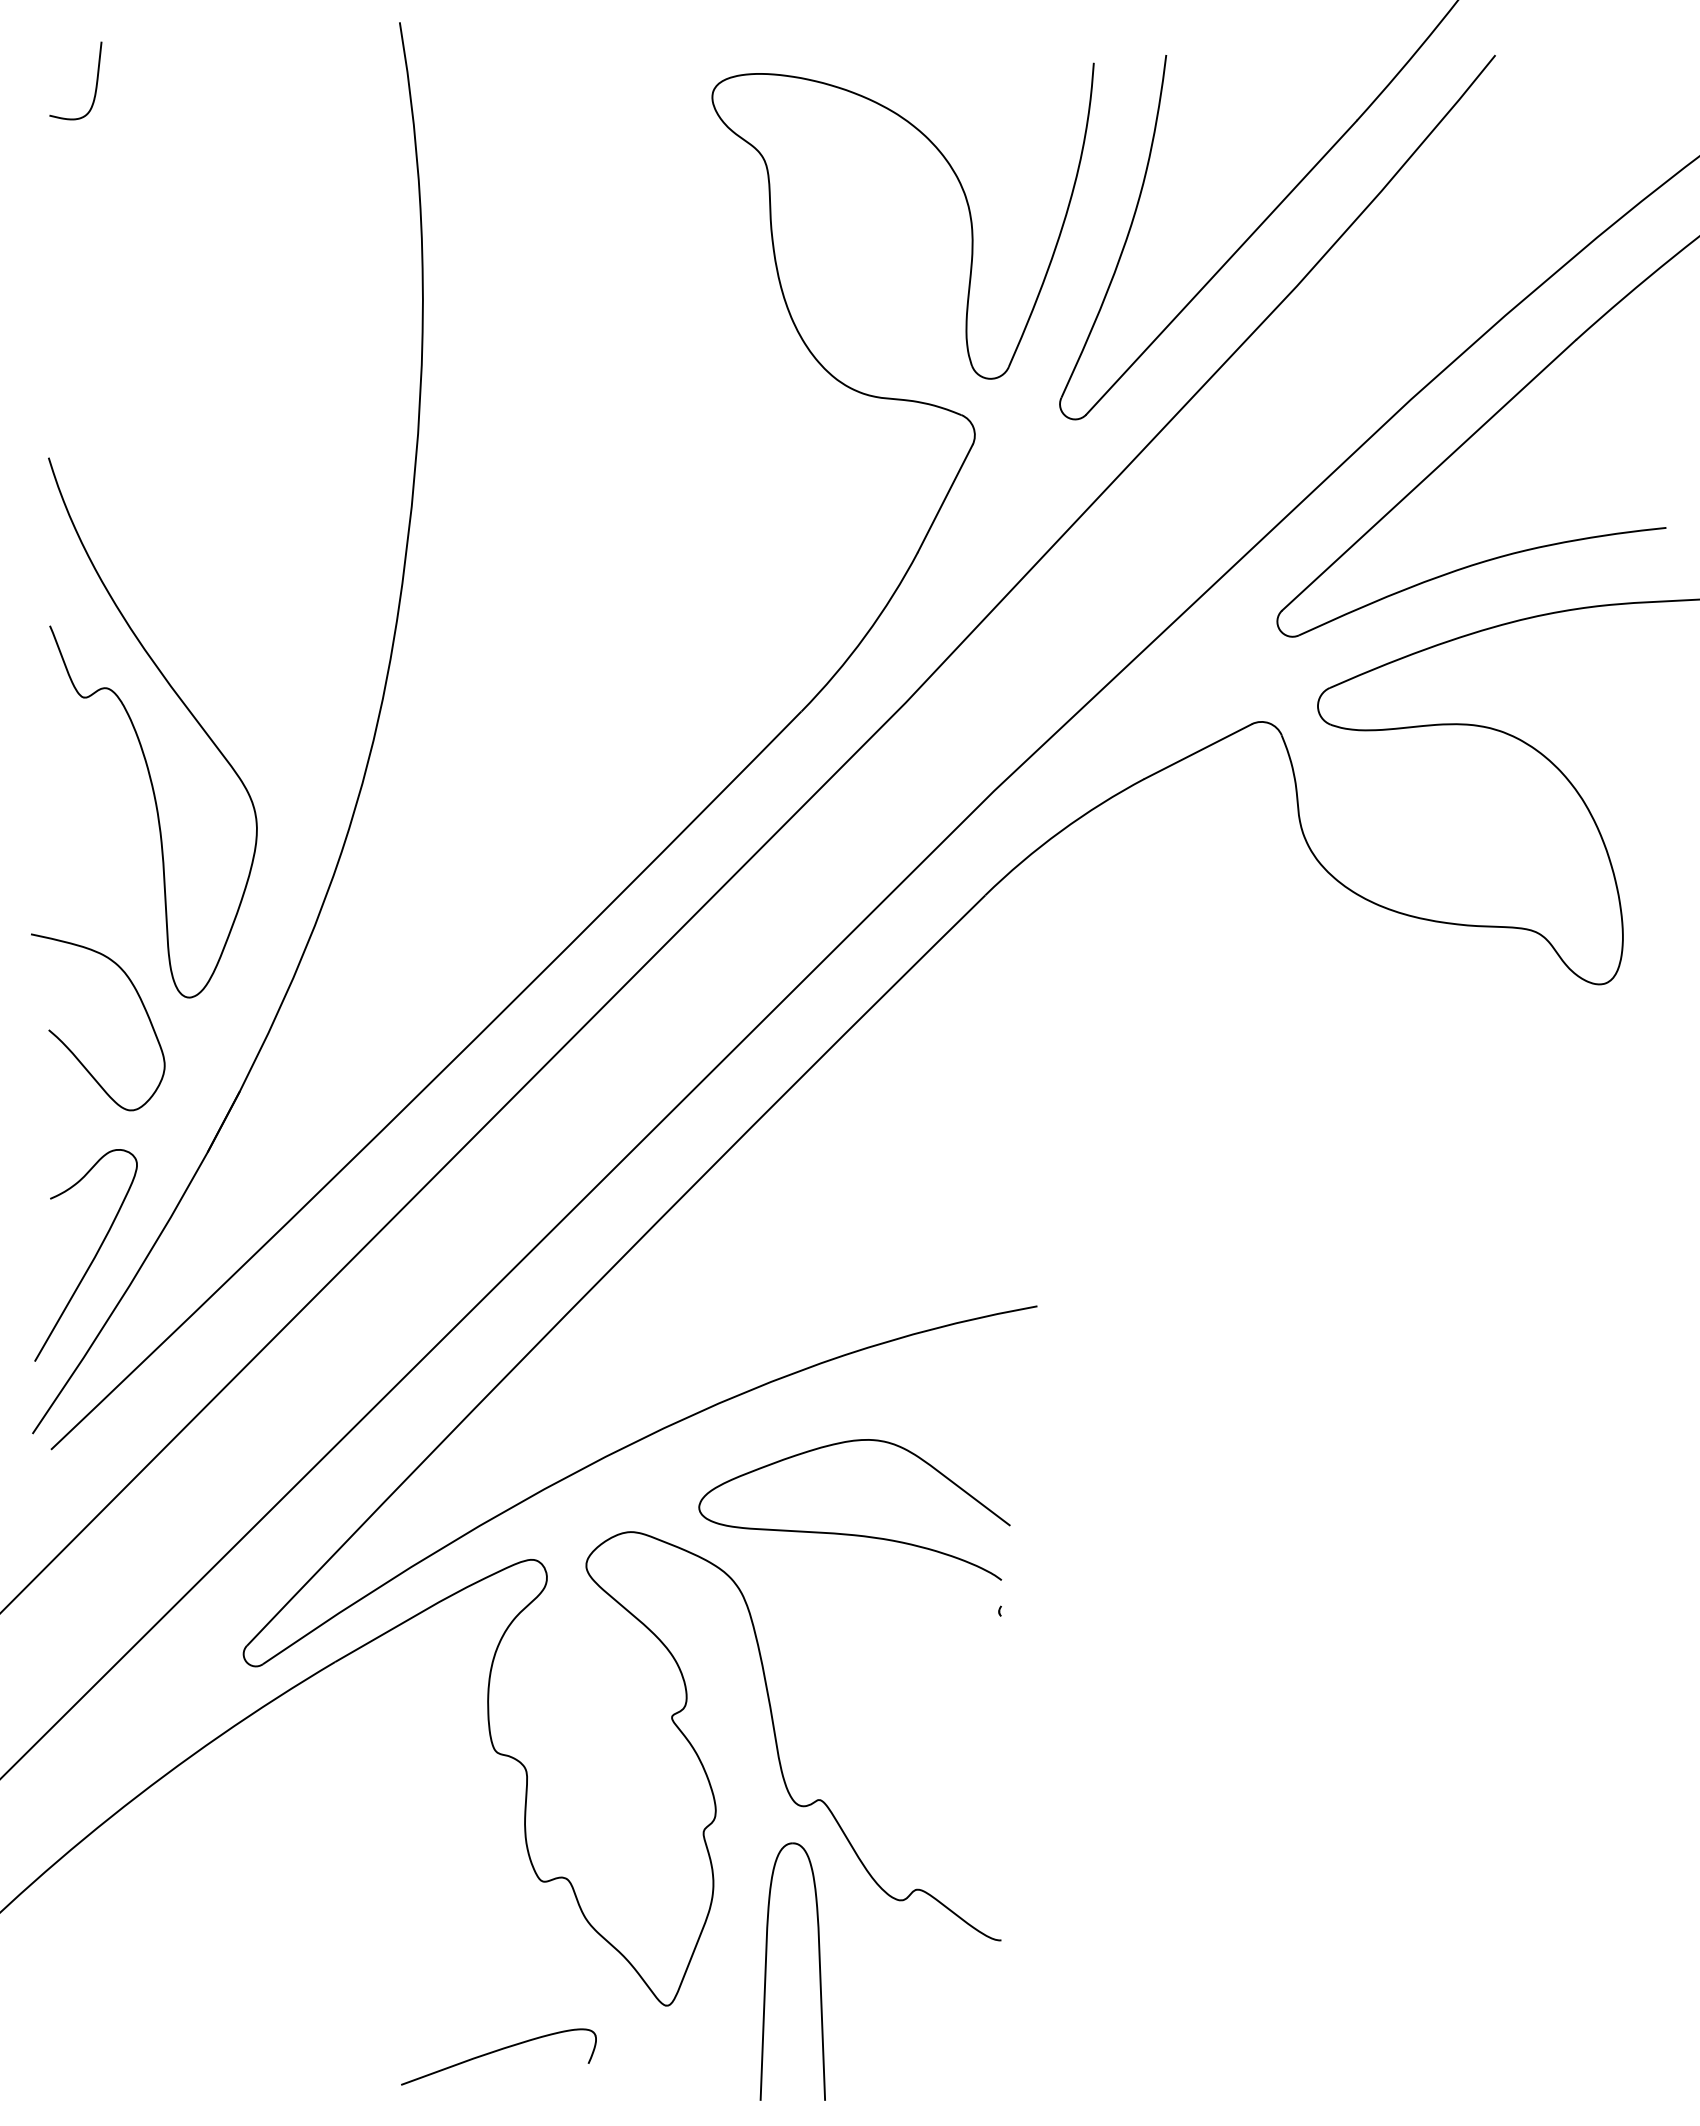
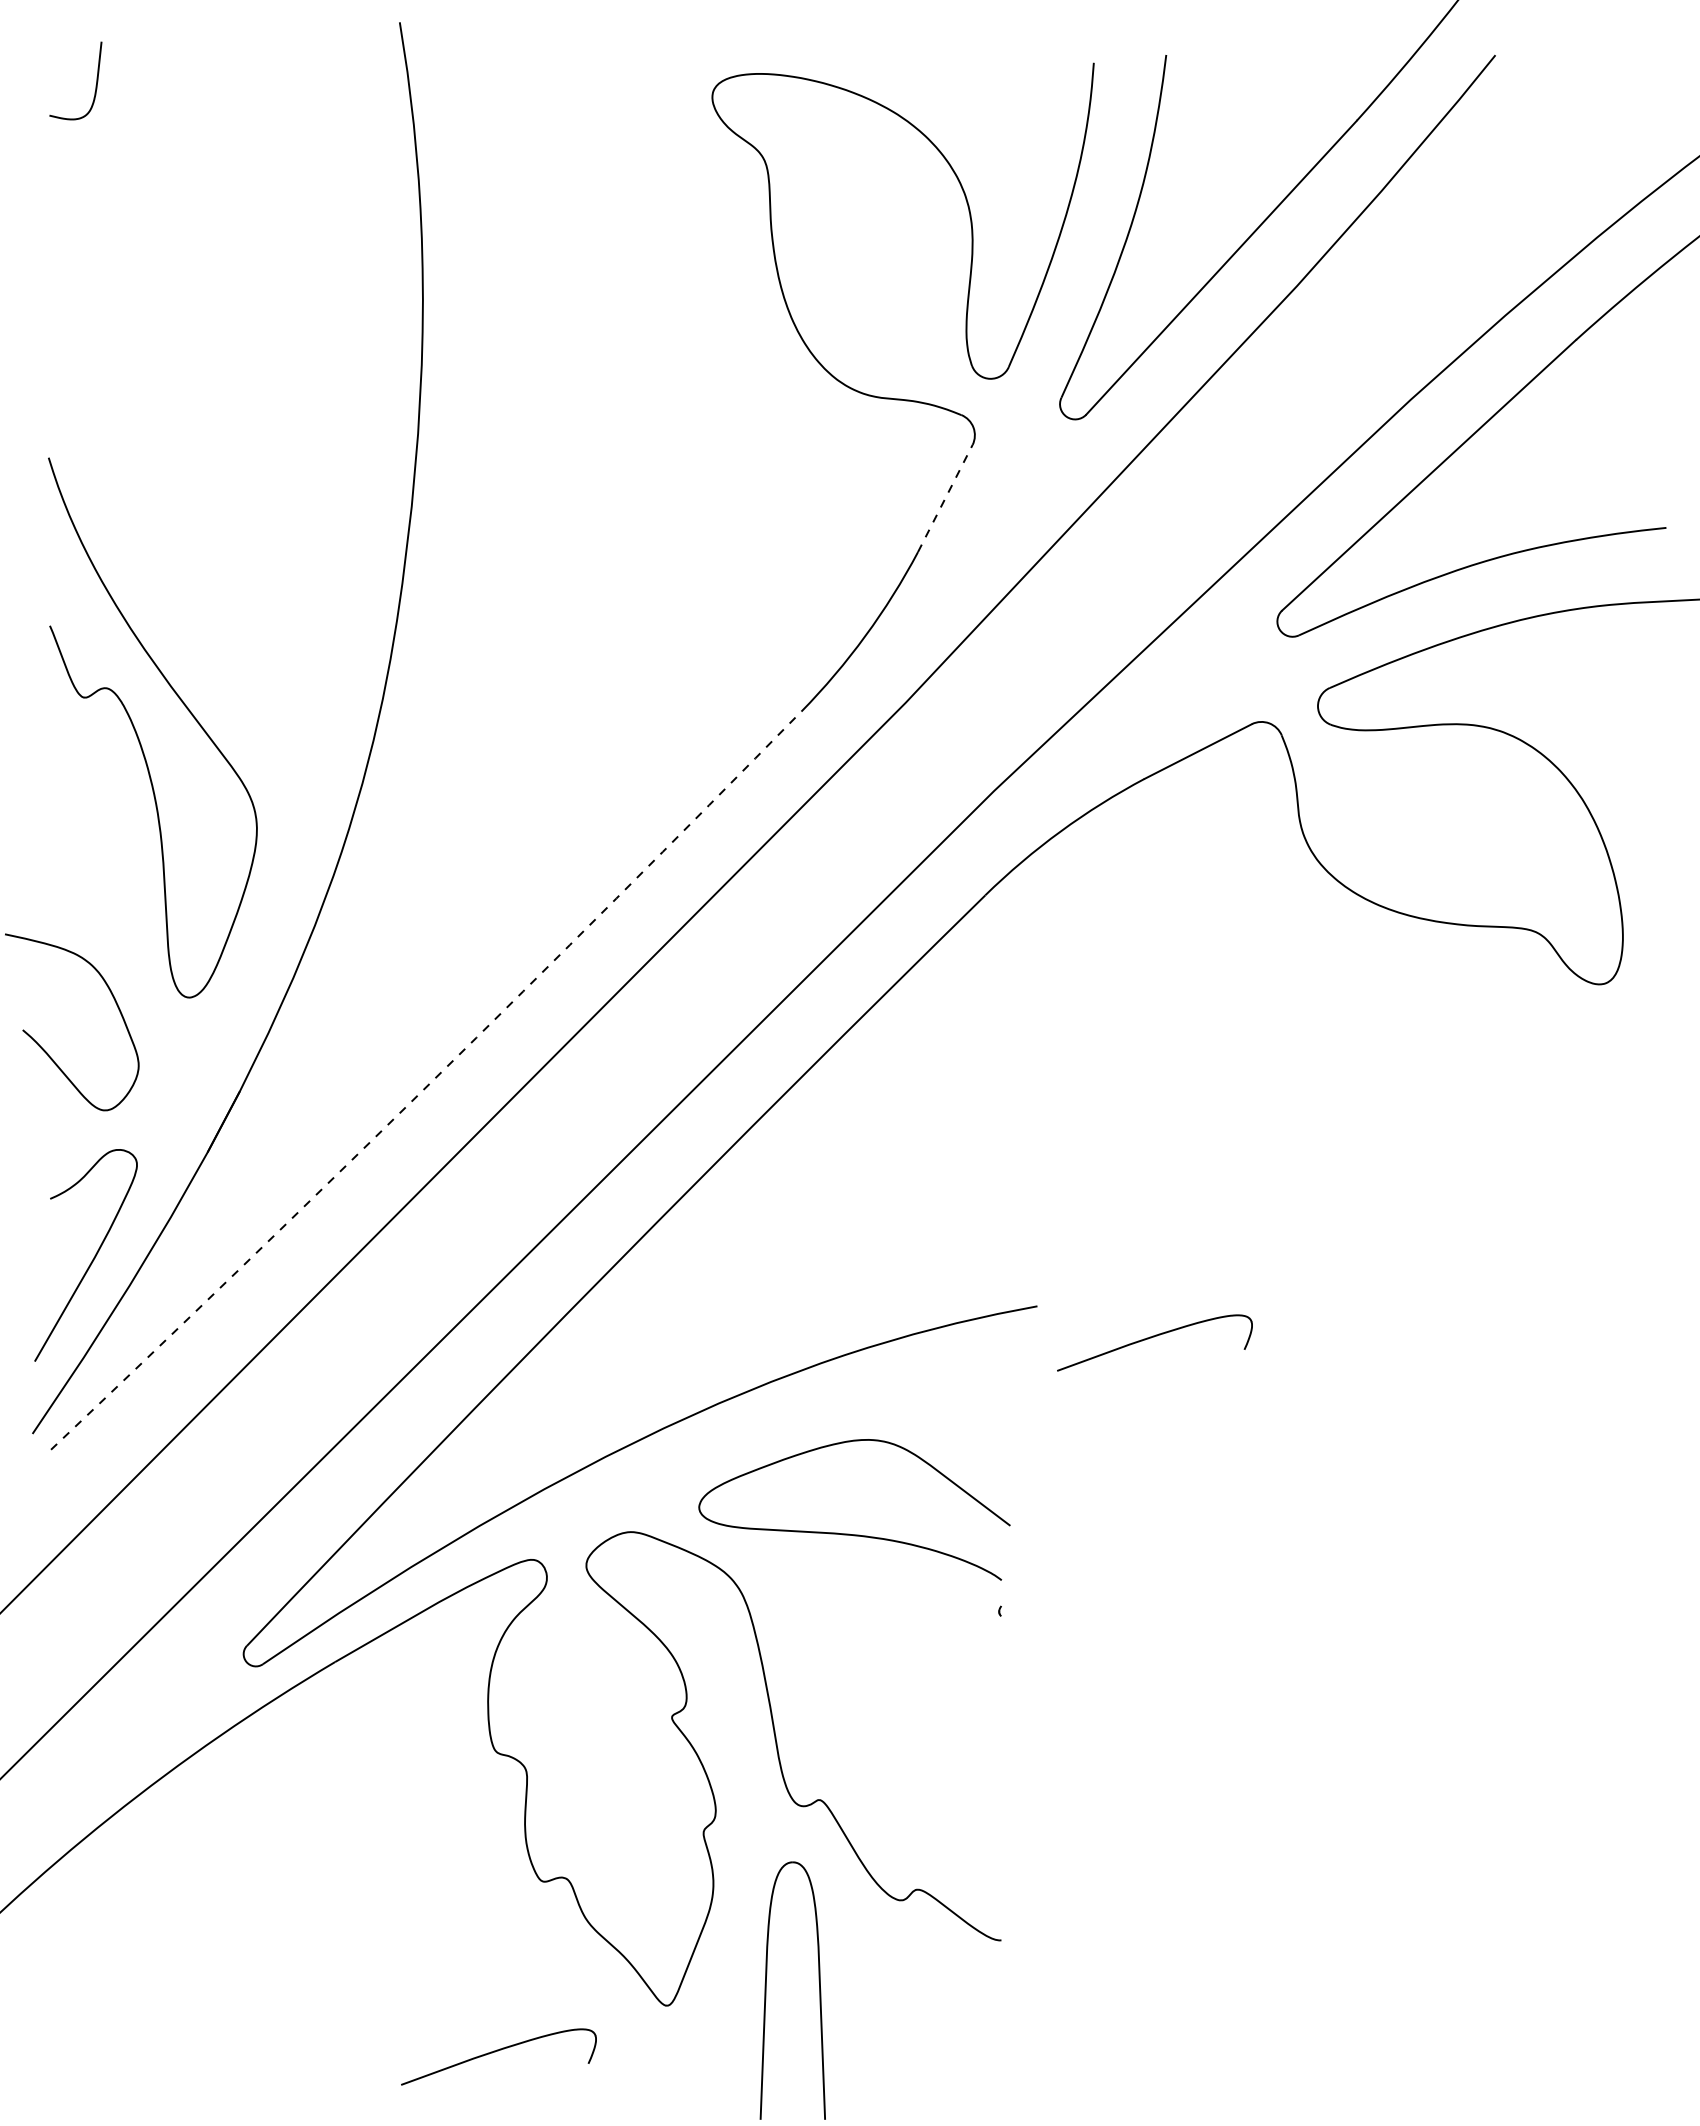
line at (945, 498): solid -> dashed
curve at (70, 1049) position: (70, 1049) -> (44, 1049)
arc at (429, 1084): solid -> dashed
curve at (1154, 1337): none -> present
part at (766, 1971) position: (766, 1971) -> (766, 1990)
